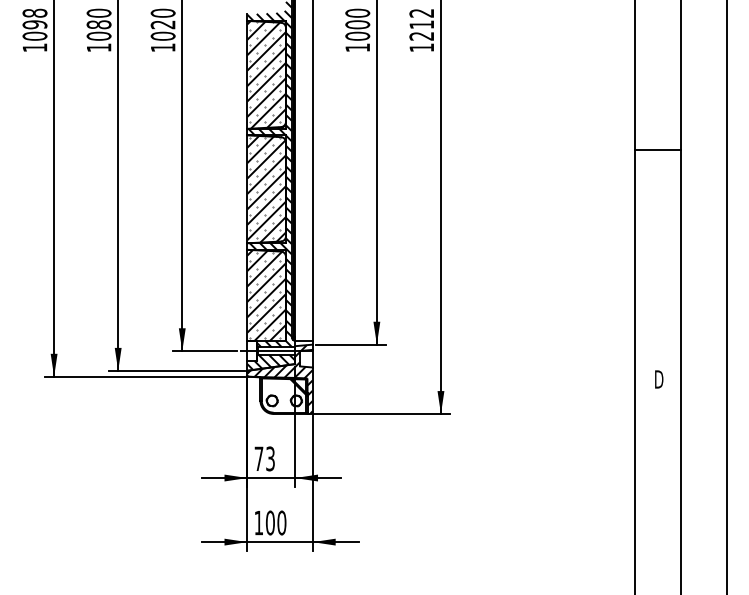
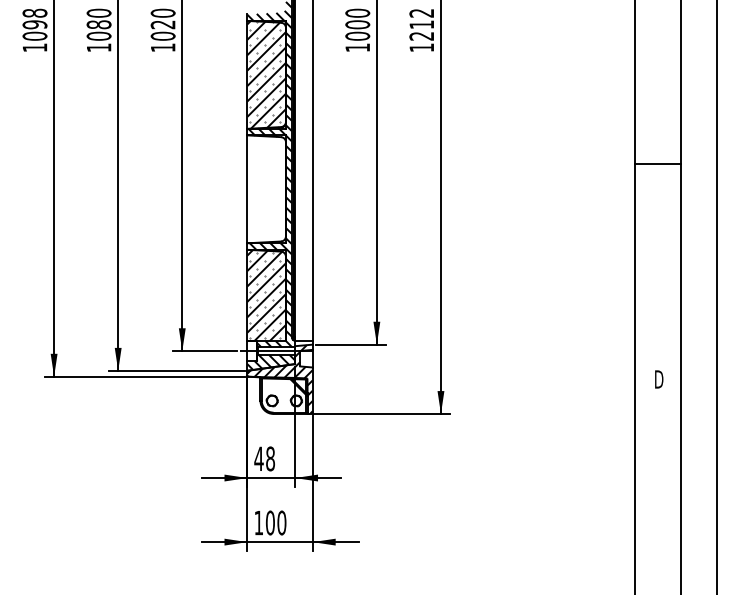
line at (657, 150) position: (657, 150) -> (657, 164)
hatch at (266, 189): present -> none
line at (726, 296) position: (726, 296) -> (716, 296)
text at (264, 458): 73 -> 48
